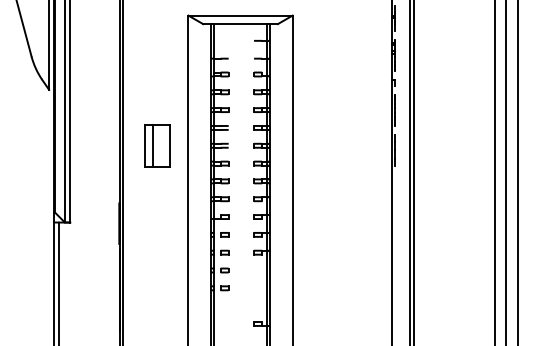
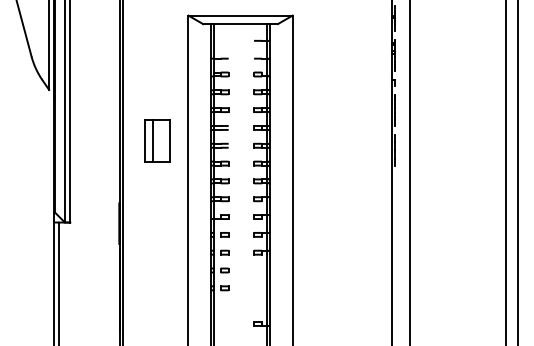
part at (157, 145) position: (157, 145) -> (157, 140)
line at (413, 172): present -> none
line at (494, 172): present -> none
